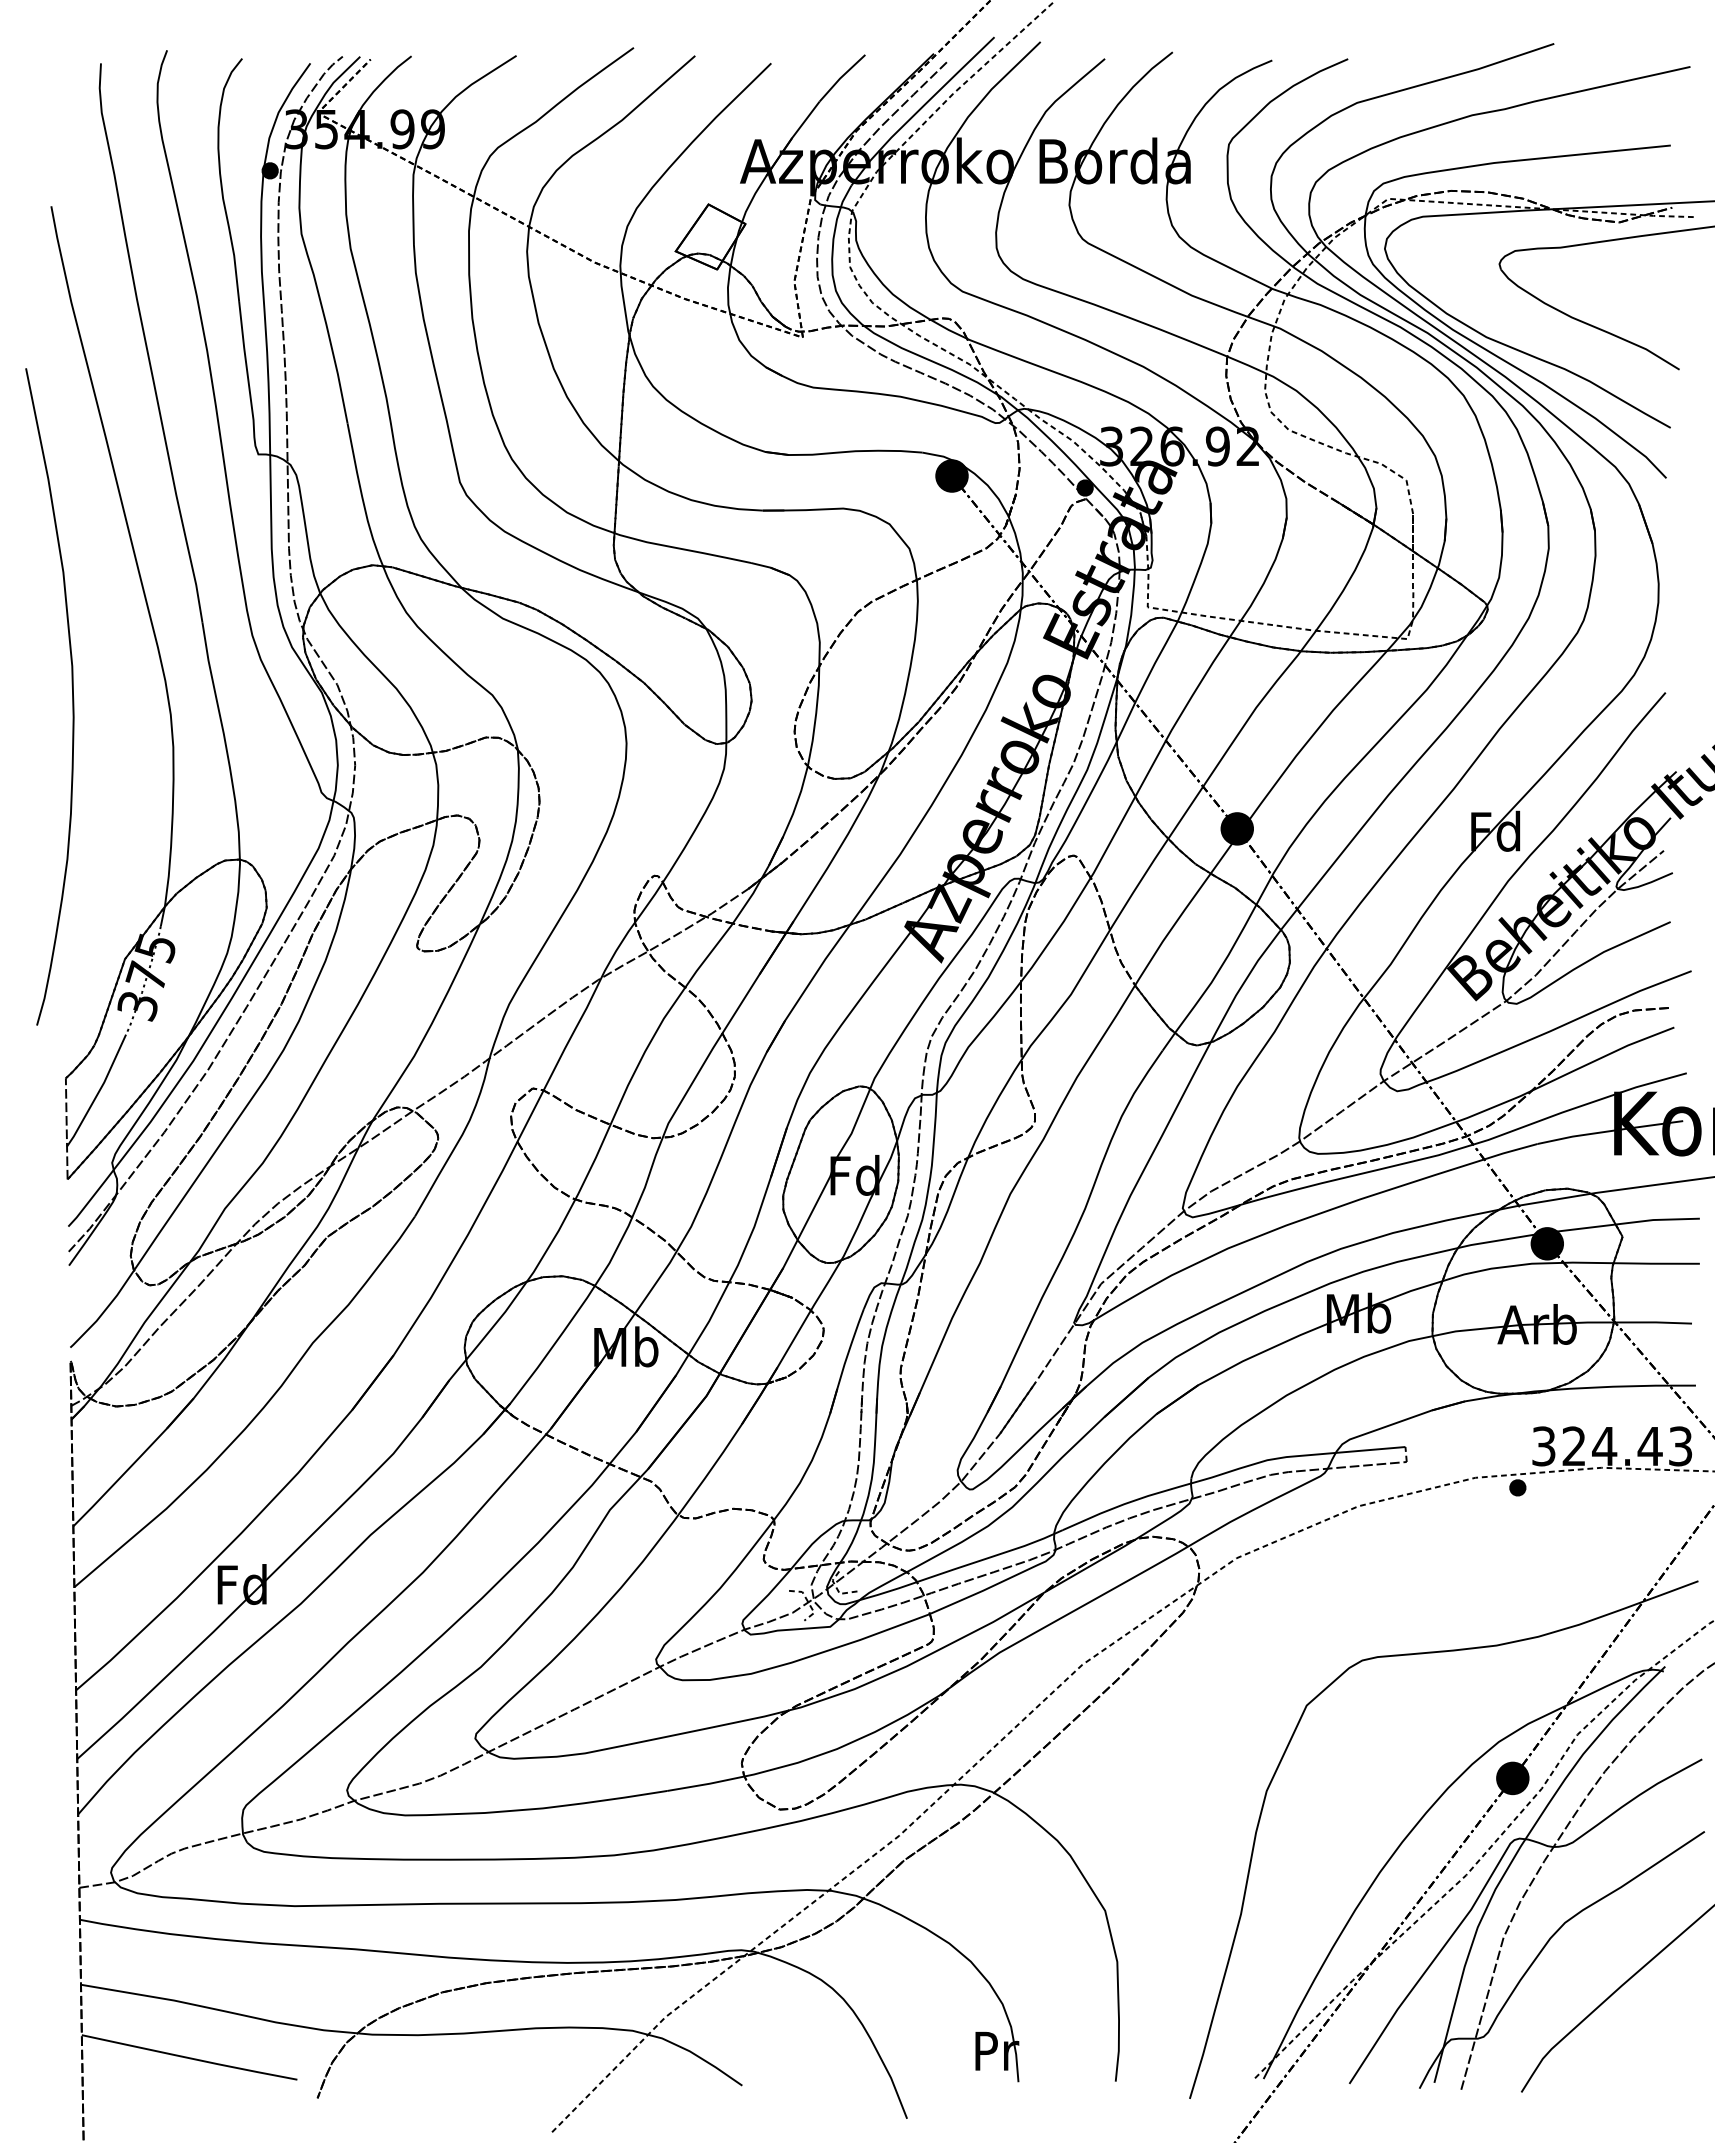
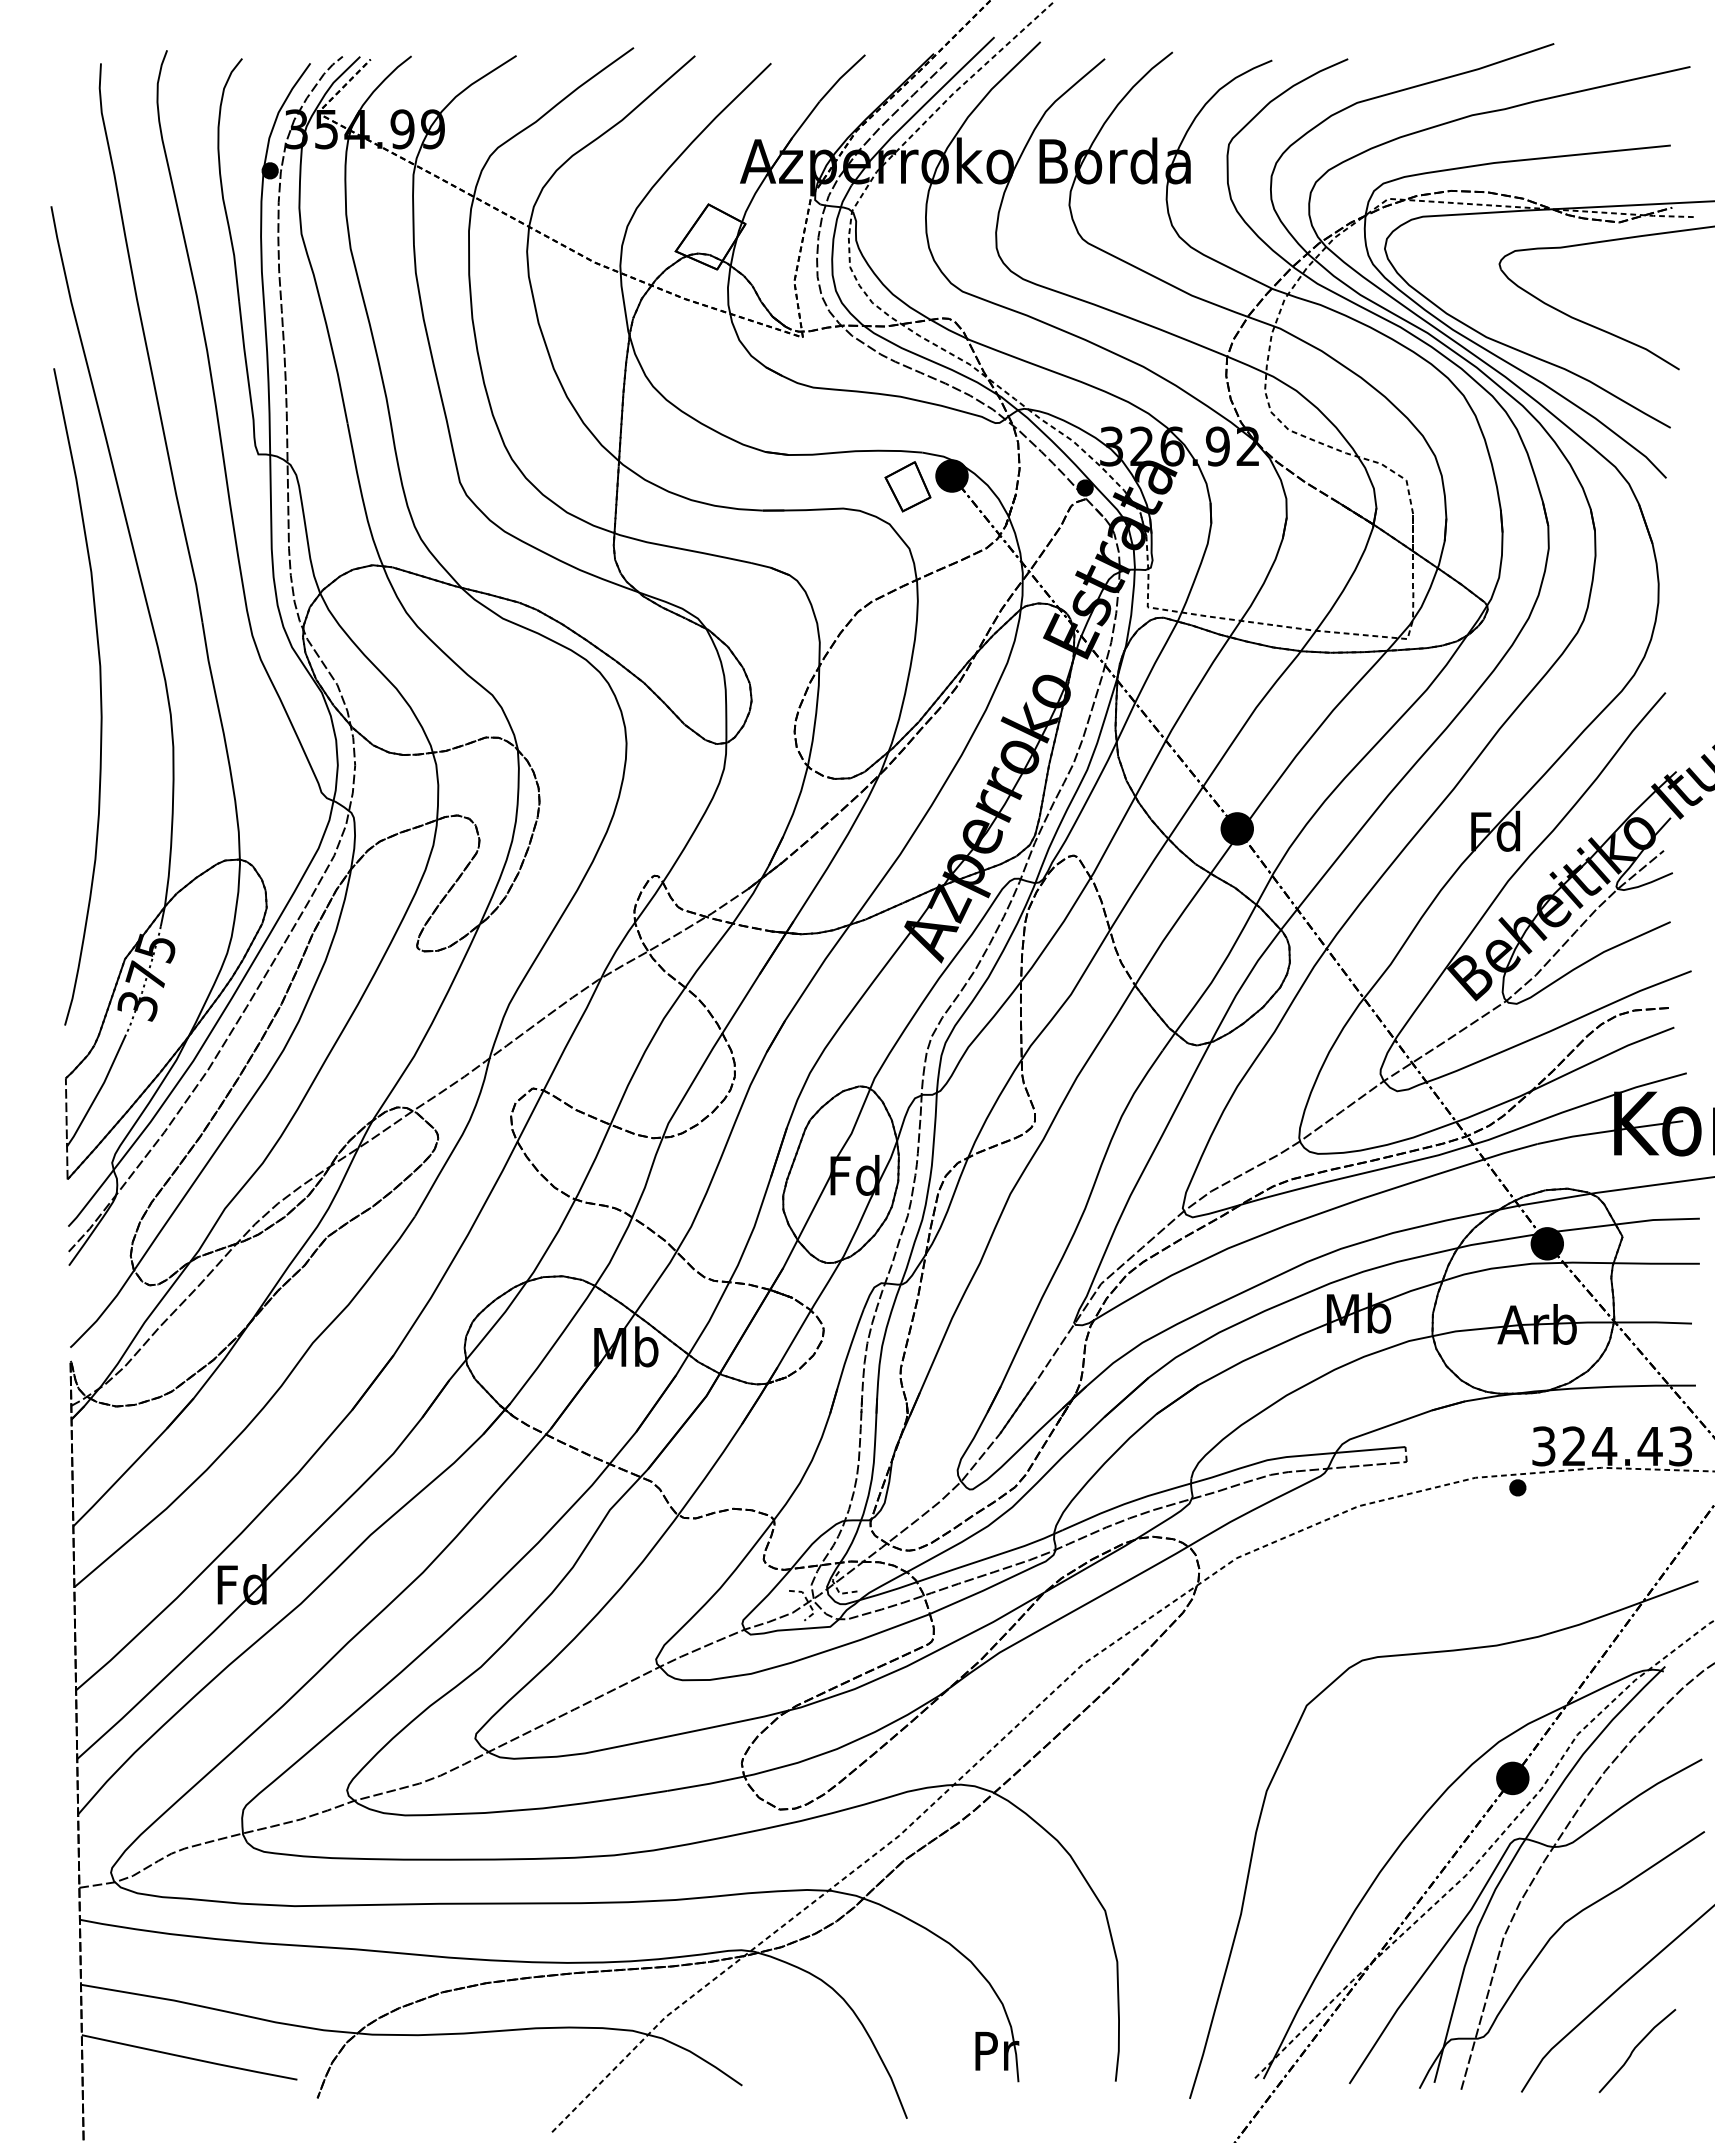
part at (907, 486): none -> present
curve at (72, 696) position: (72, 696) -> (100, 696)
curve at (1635, 2049): none -> present
